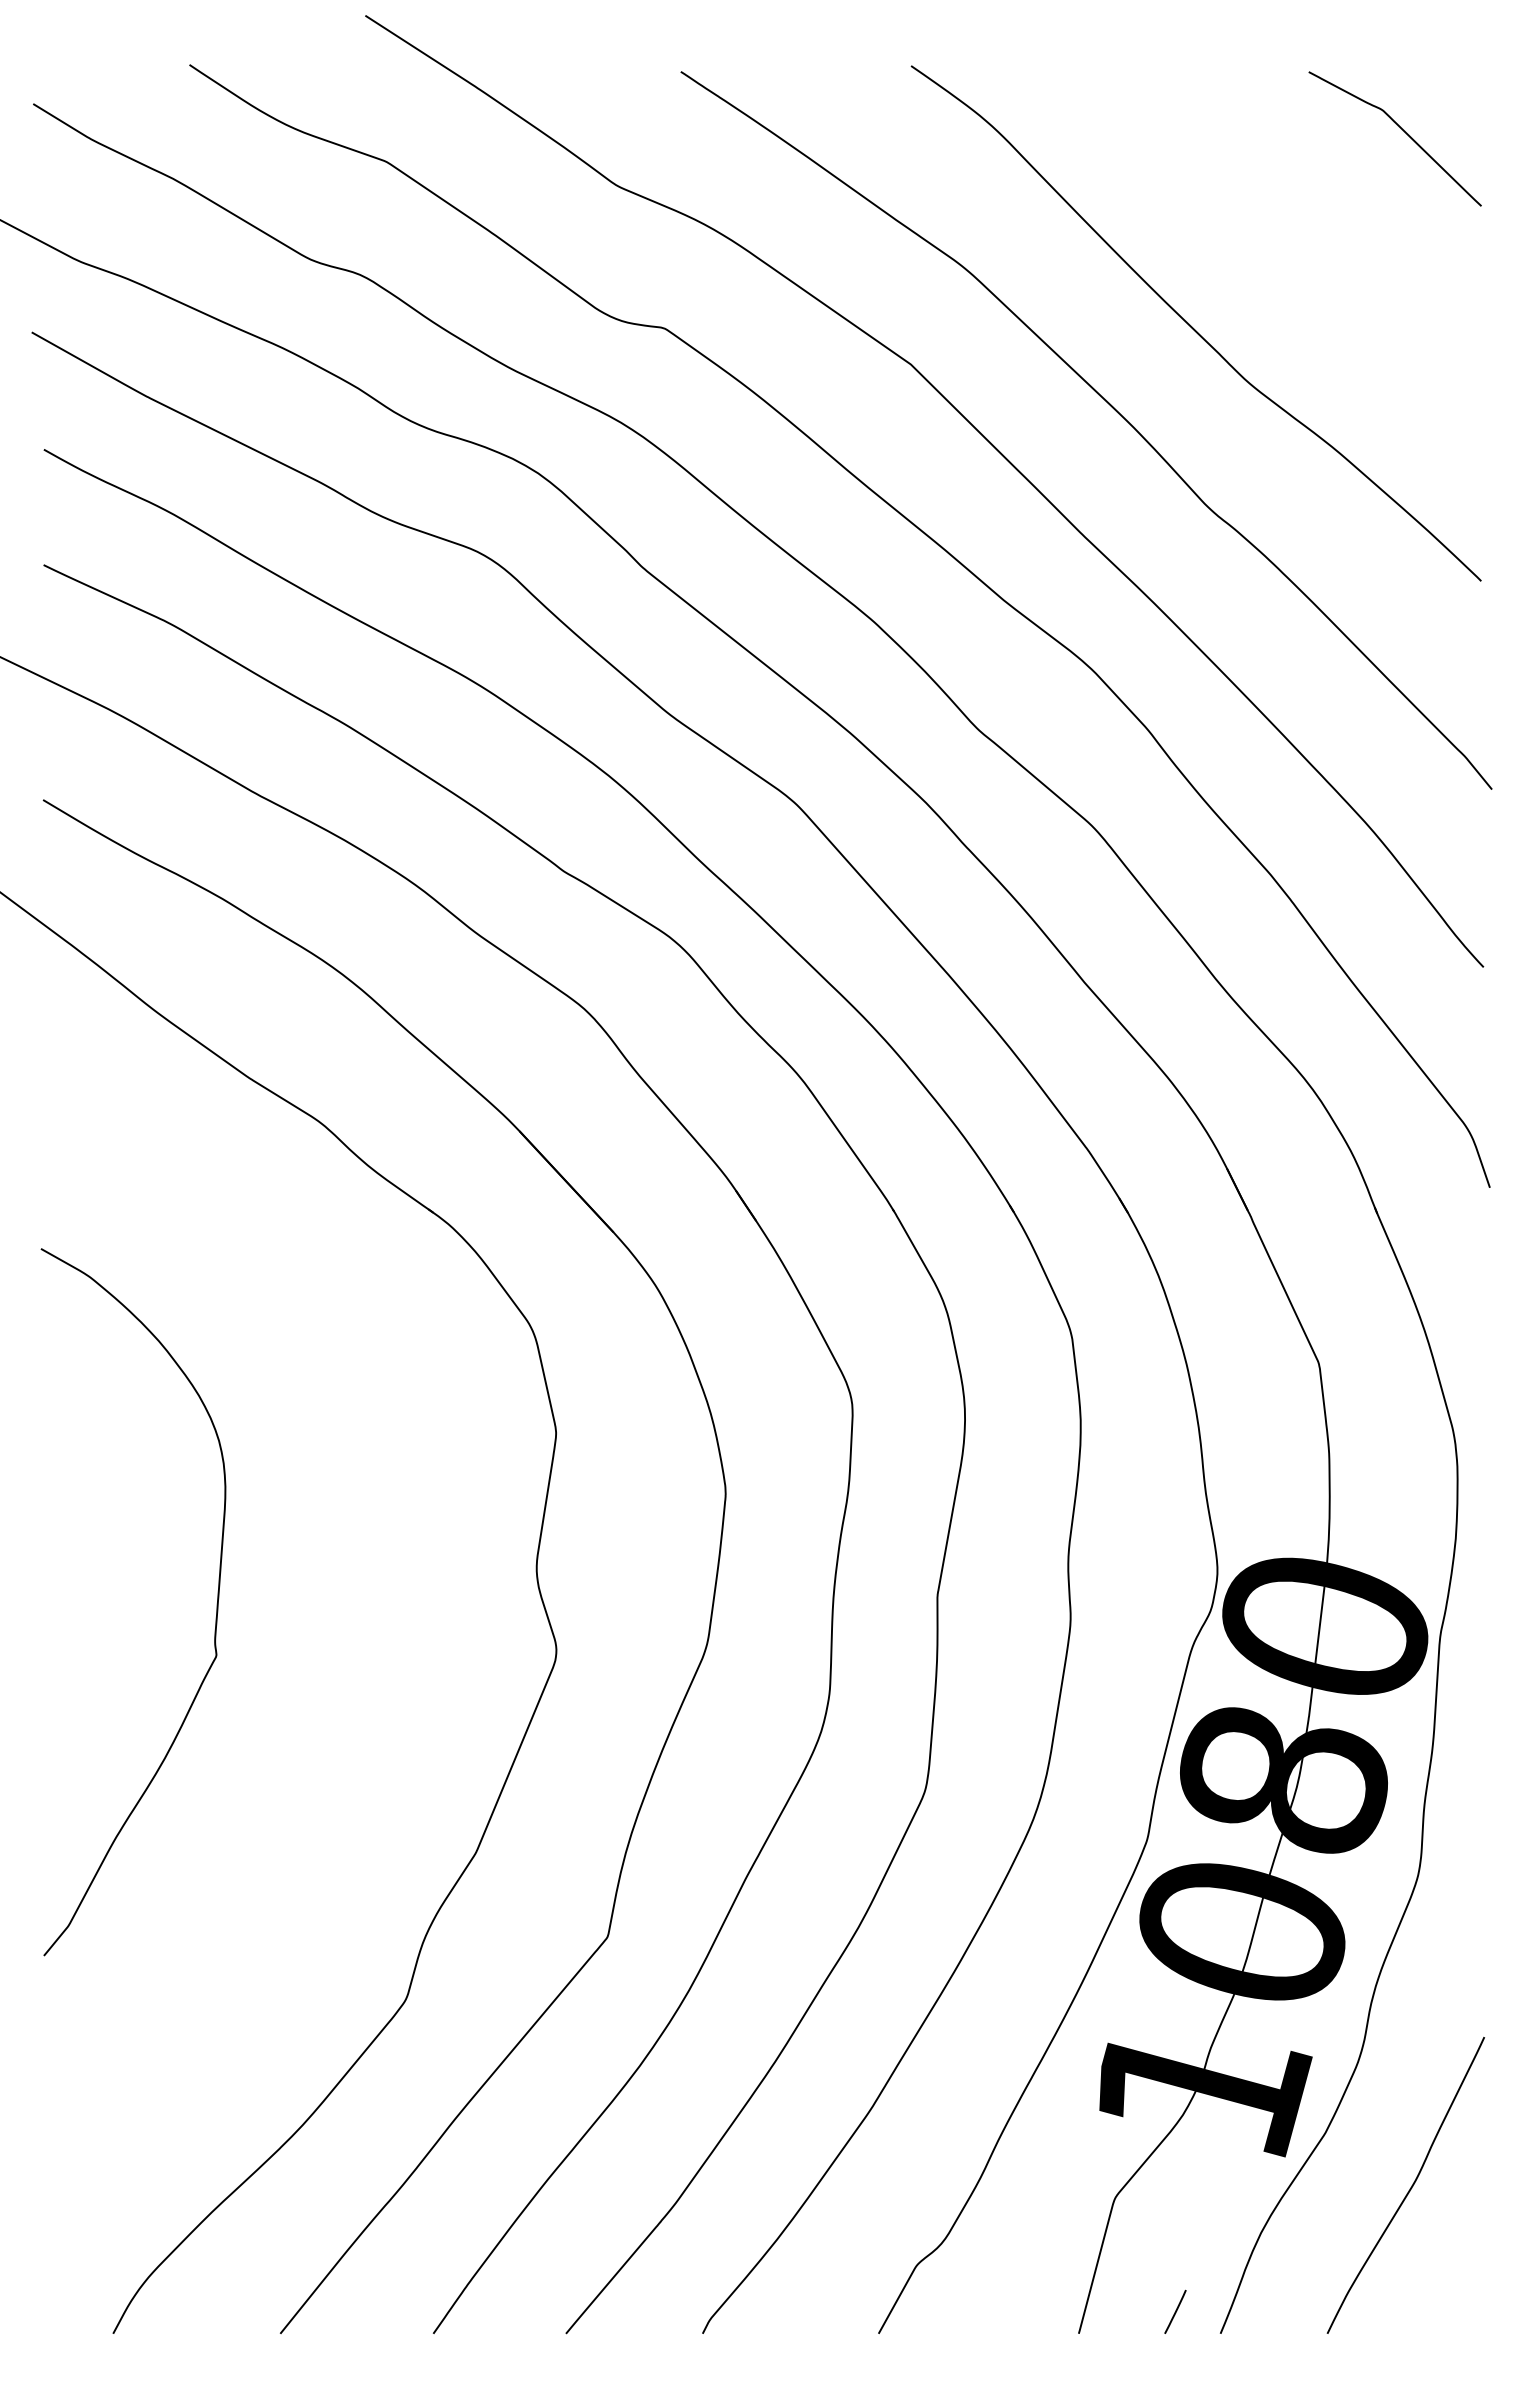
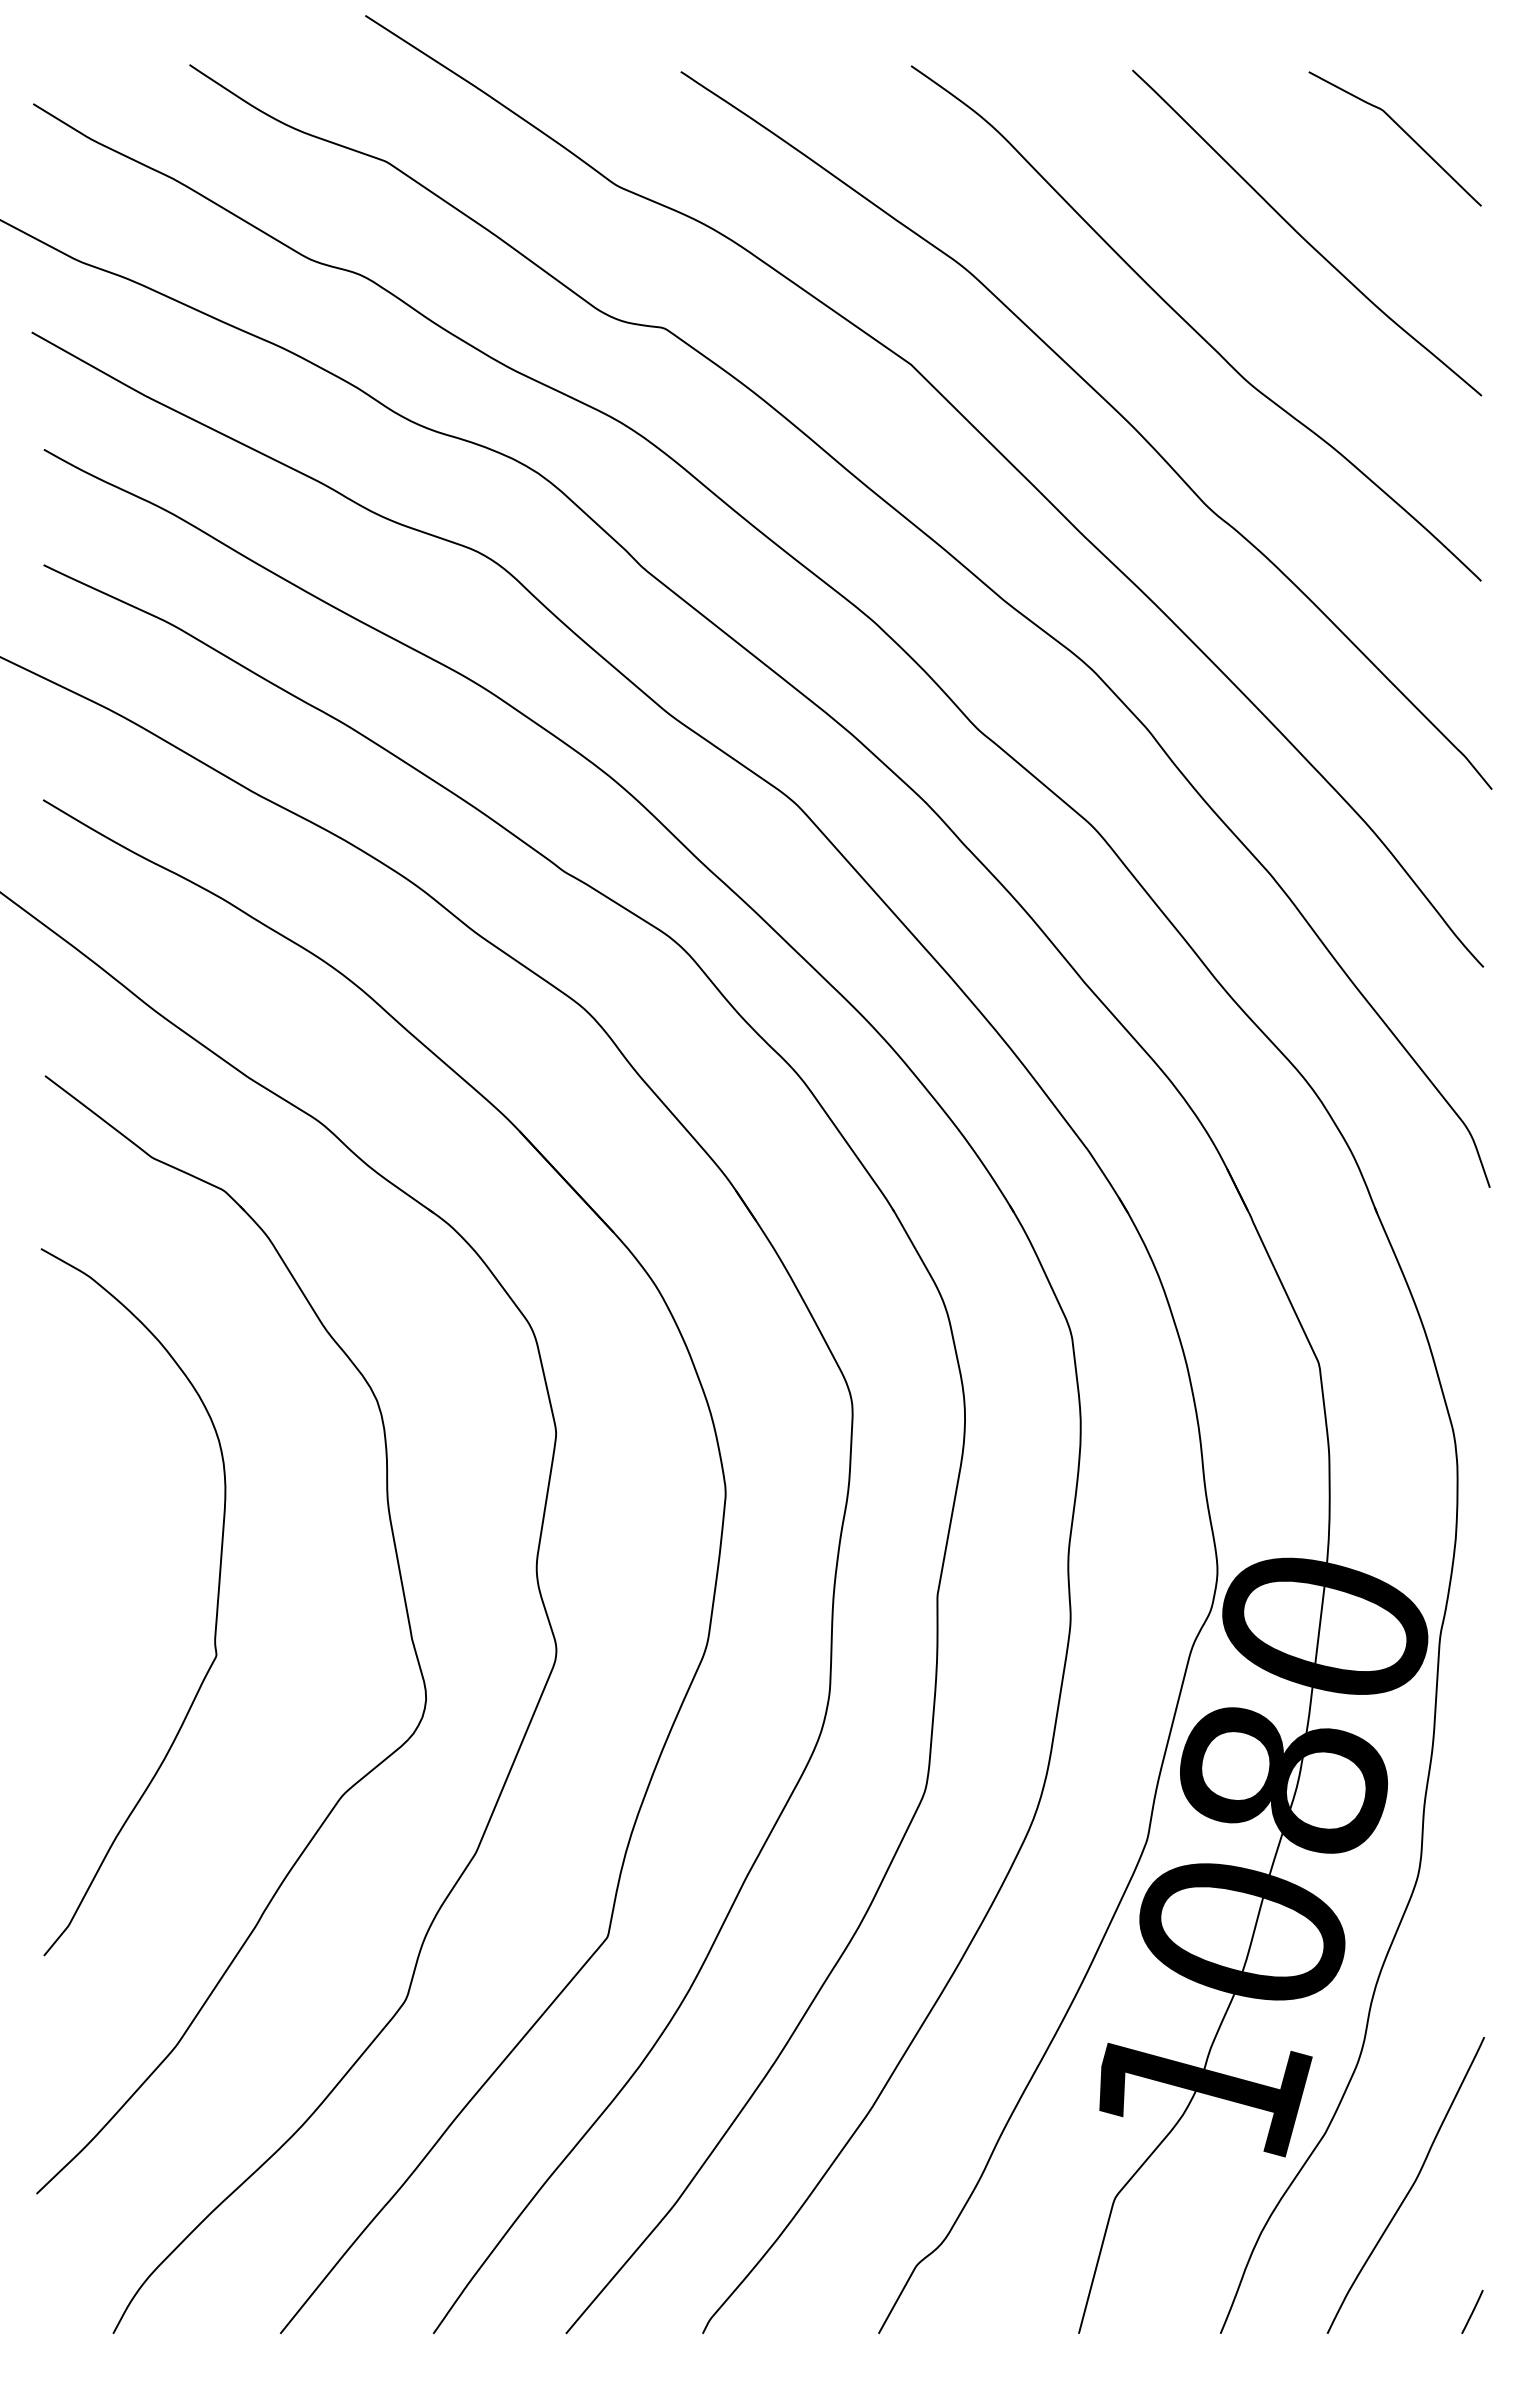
curve at (1302, 236): none -> present
part at (403, 1598): none -> present
line at (1175, 2311) position: (1175, 2311) -> (1472, 2311)
